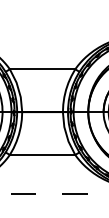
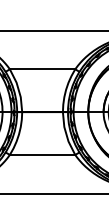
line at (53, 30): none -> present
line at (54, 193): dashed -> solid
